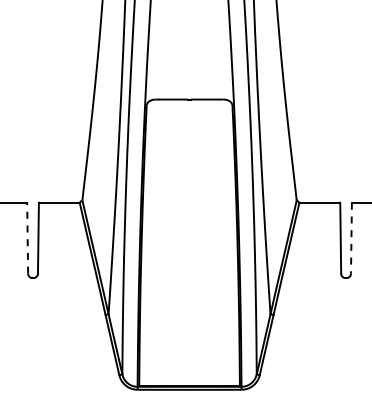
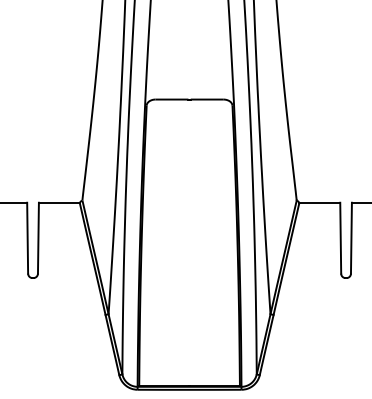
line at (27, 237): dashed -> solid
line at (351, 238): dashed -> solid
